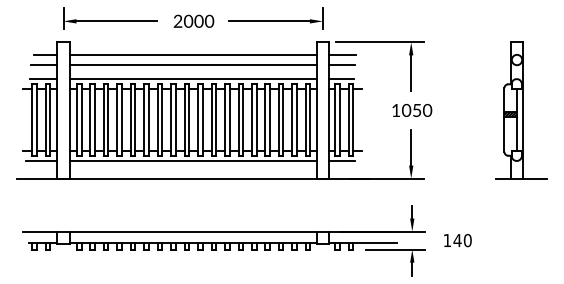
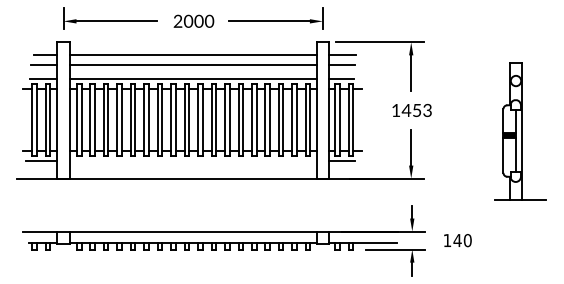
text at (416, 109): 1050 -> 1453
part at (521, 110) position: (521, 110) -> (520, 131)
line at (192, 161): present -> none
